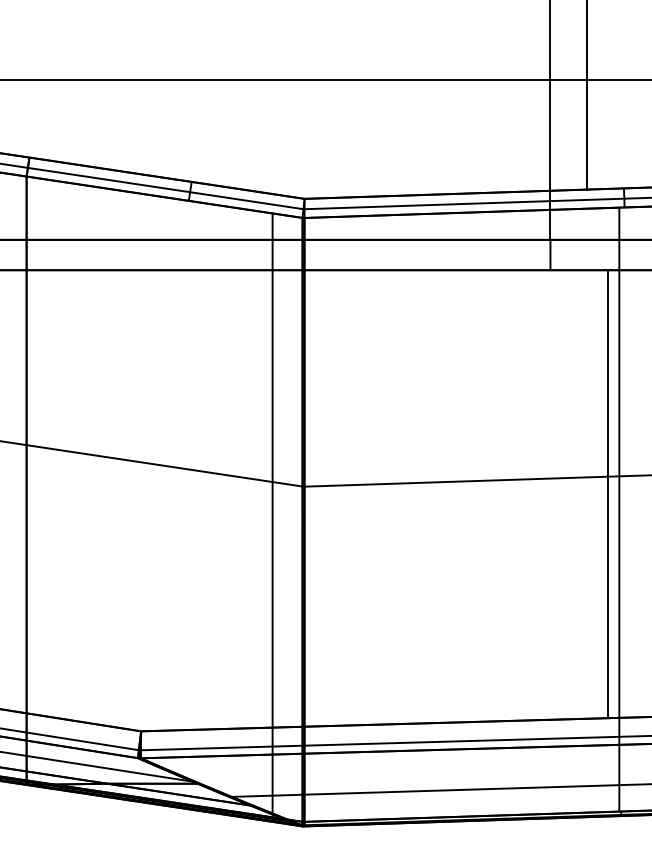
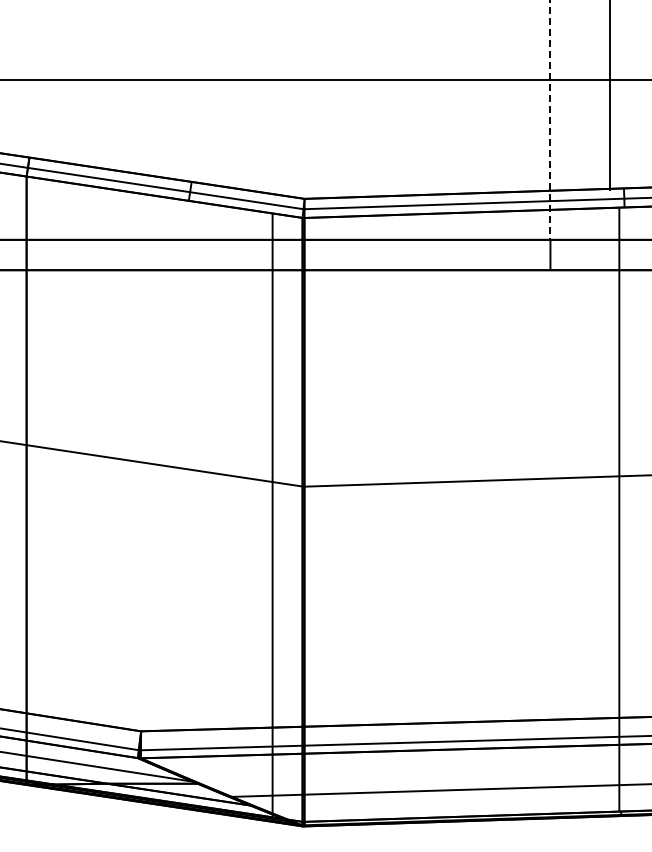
line at (586, 95) position: (586, 95) -> (609, 95)
line at (550, 119): solid -> dashed
line at (608, 494): present -> none
